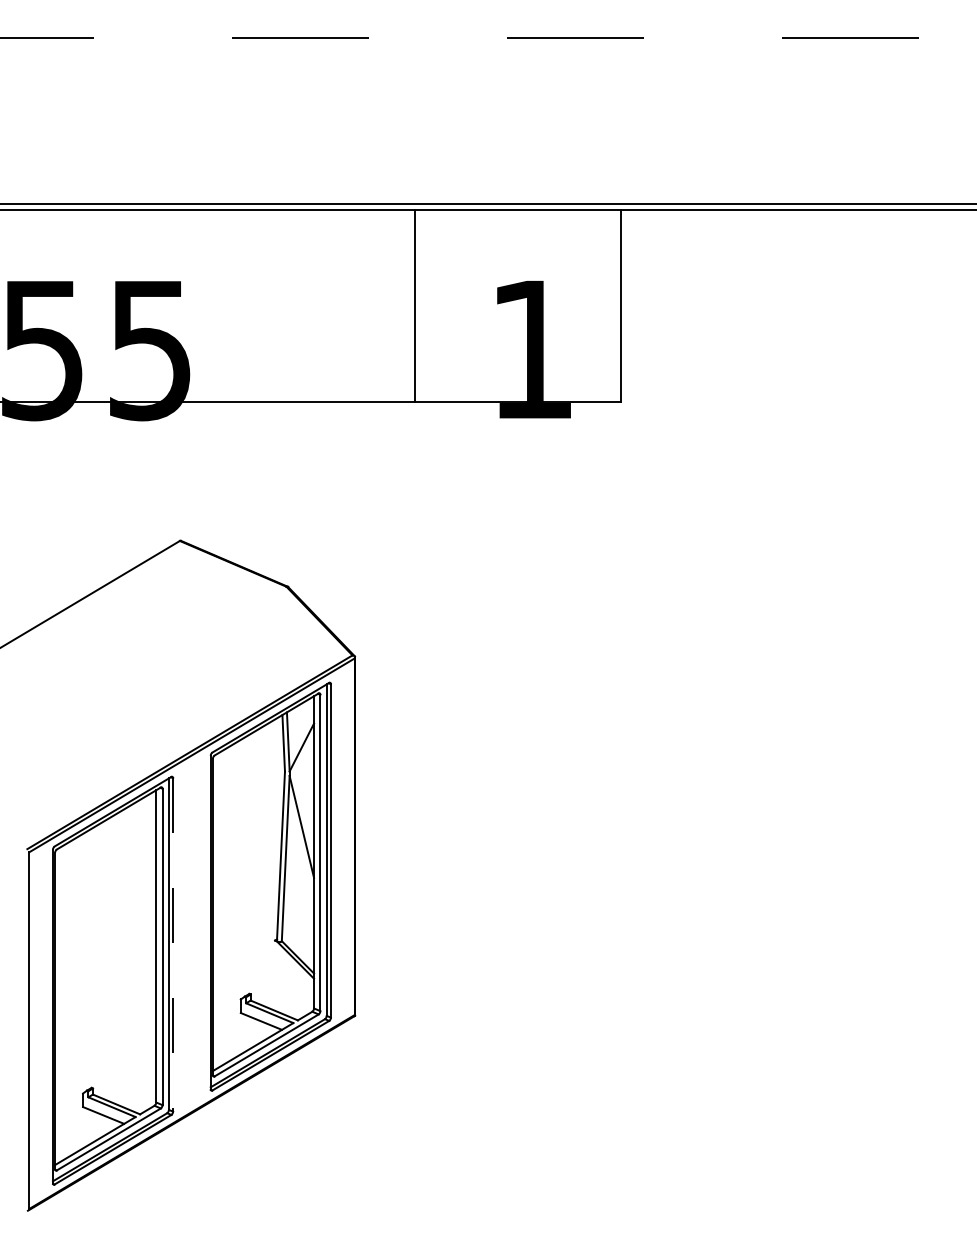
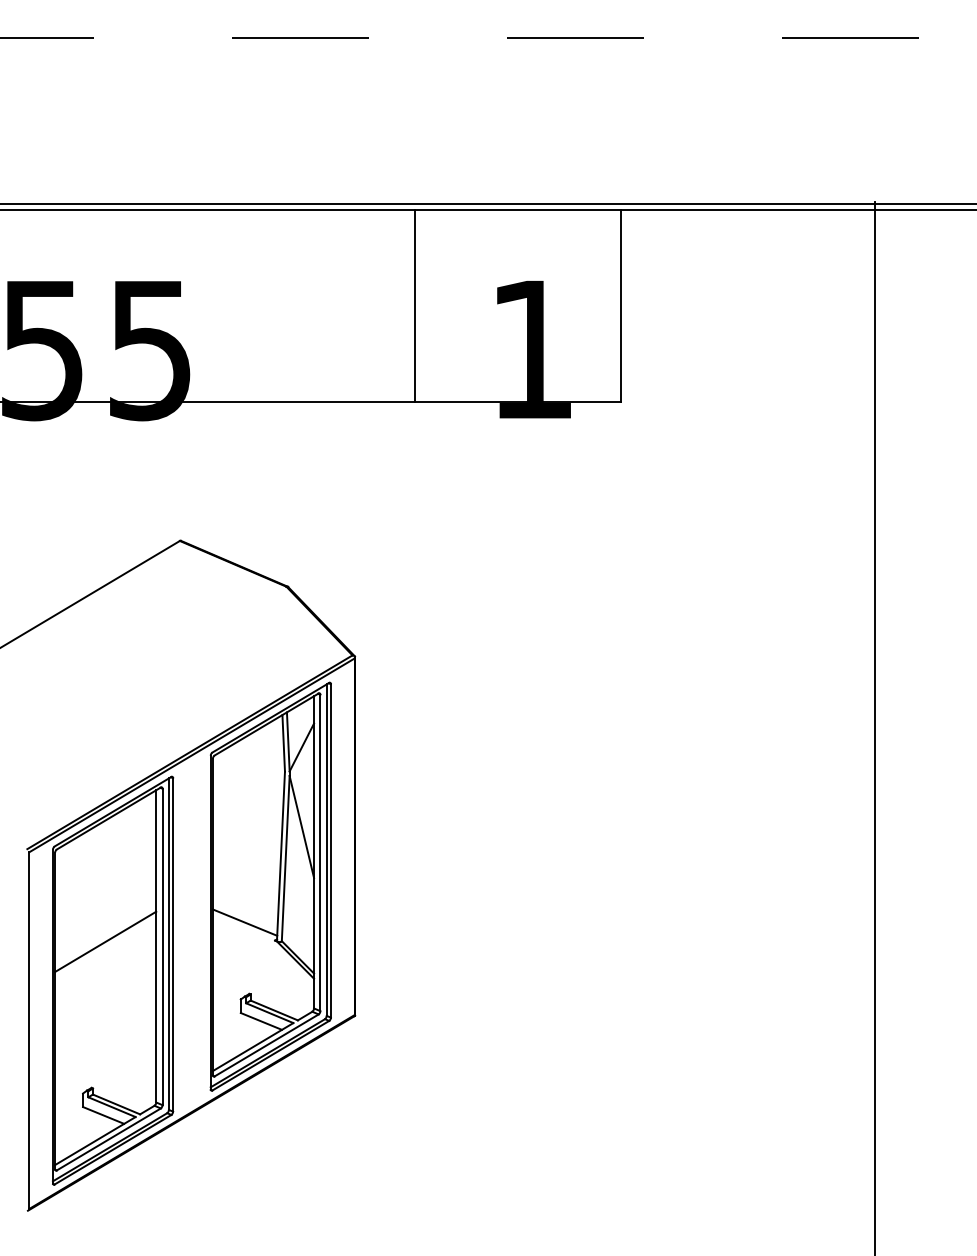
line at (875, 726): none -> present
line at (244, 922): none -> present
line at (105, 941): none -> present
line at (173, 944): dashed -> solid
